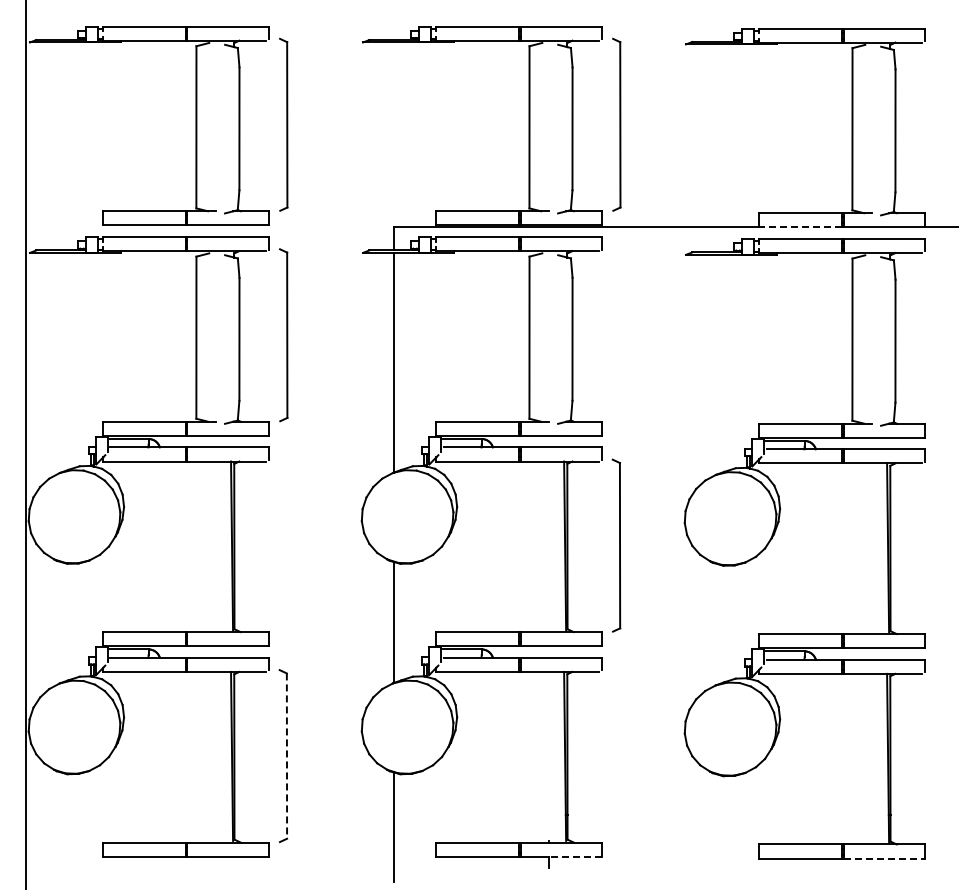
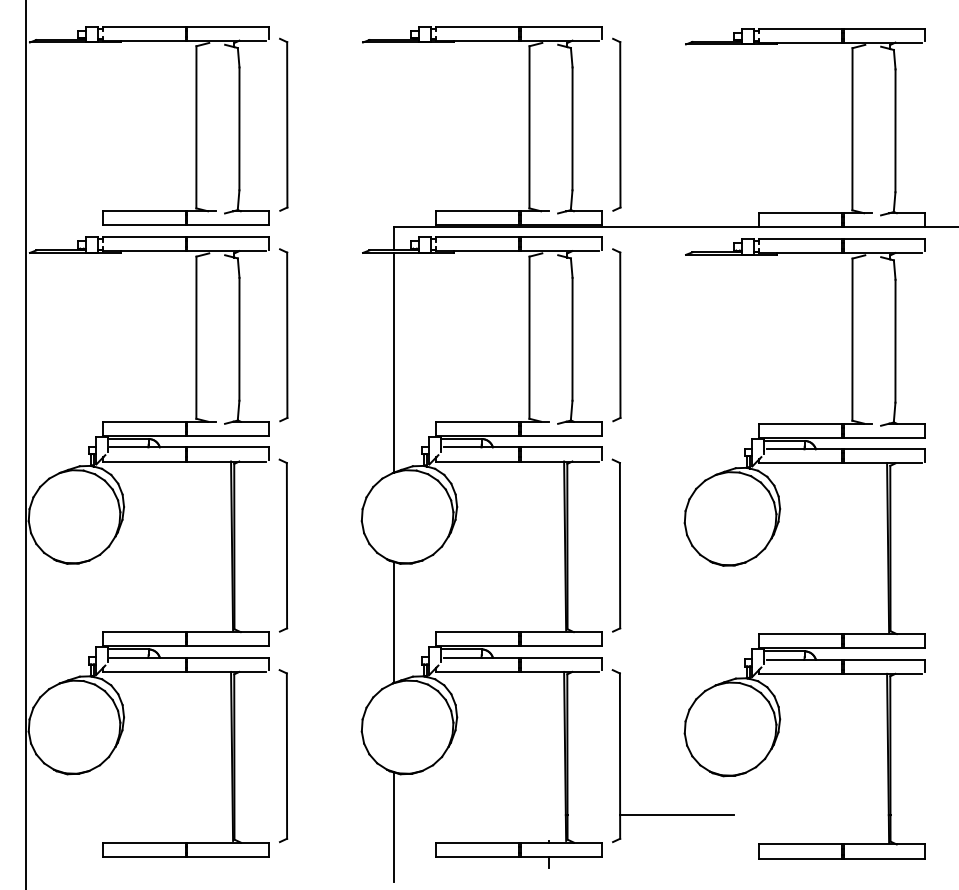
line at (799, 227): dashed -> solid
part at (616, 335): none -> present
part at (283, 545): none -> present
line at (286, 756): dashed -> solid
part at (620, 756): none -> present
line at (575, 856): dashed -> solid
line at (884, 858): dashed -> solid
